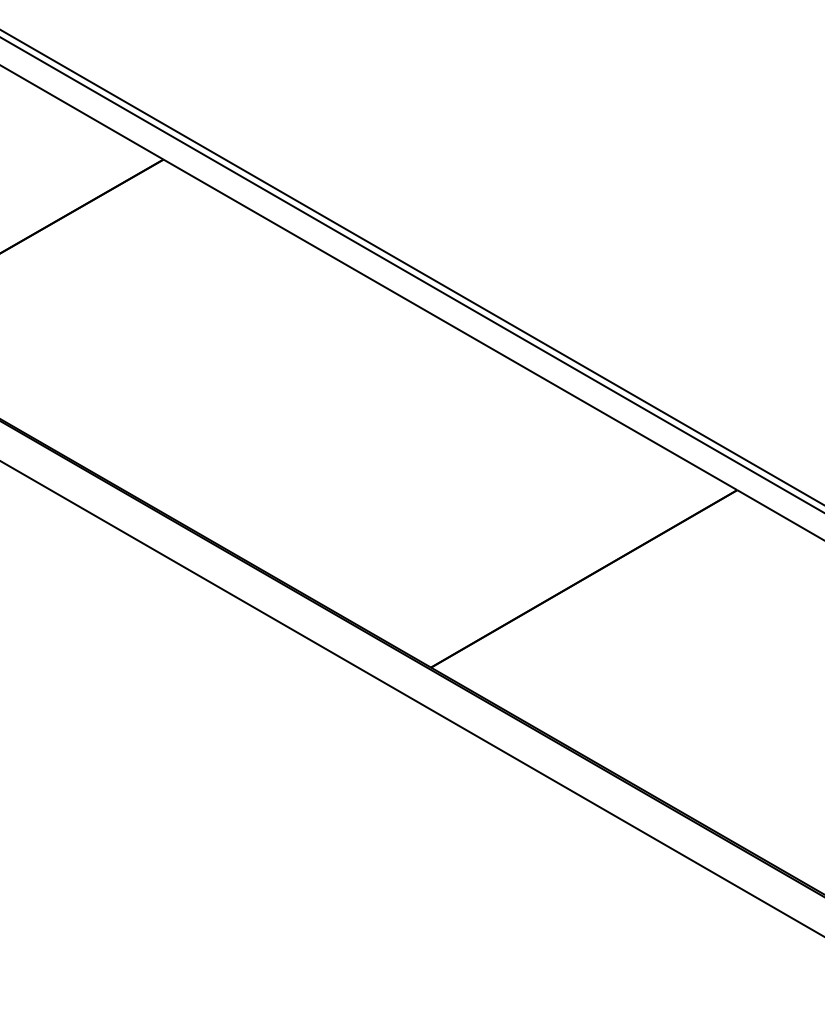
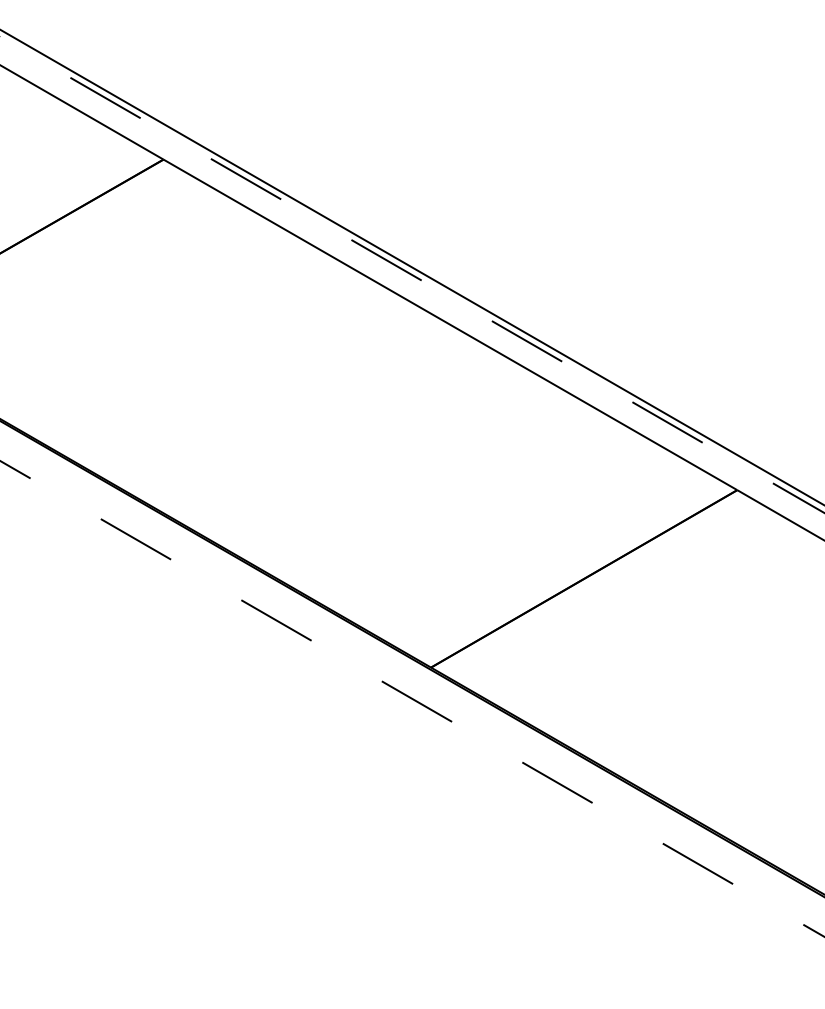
line at (412, 275): solid -> dashed
line at (413, 699): solid -> dashed
